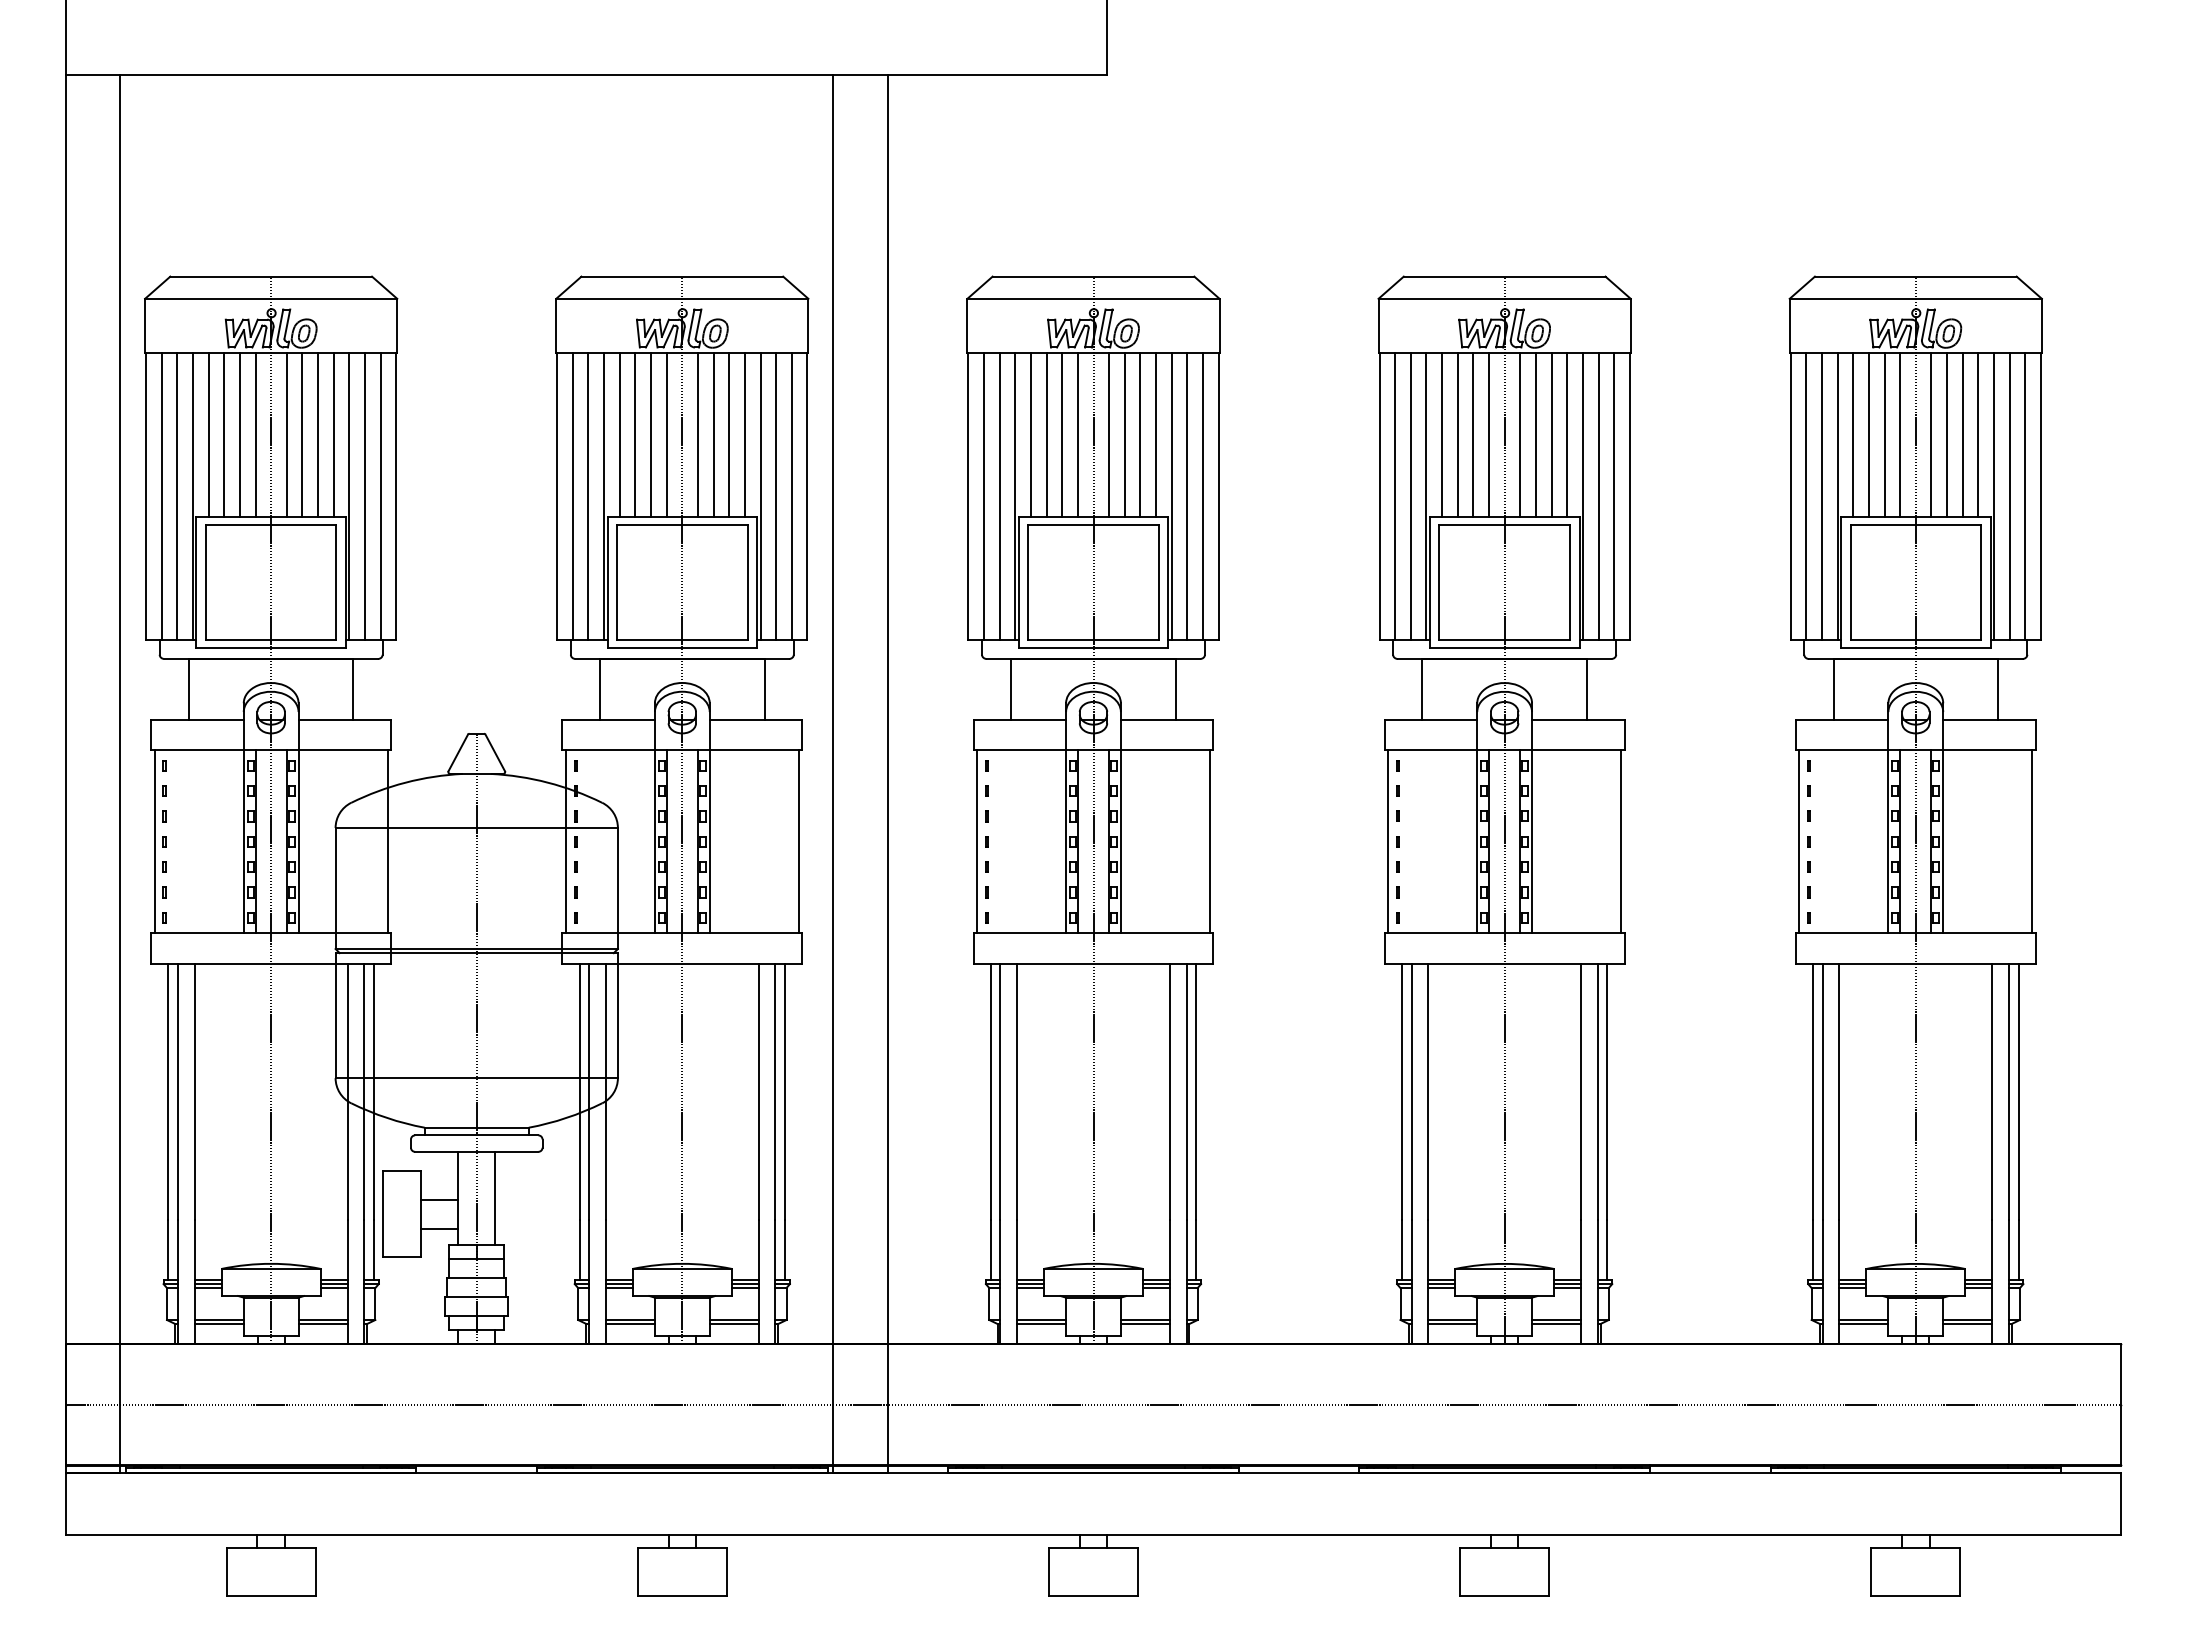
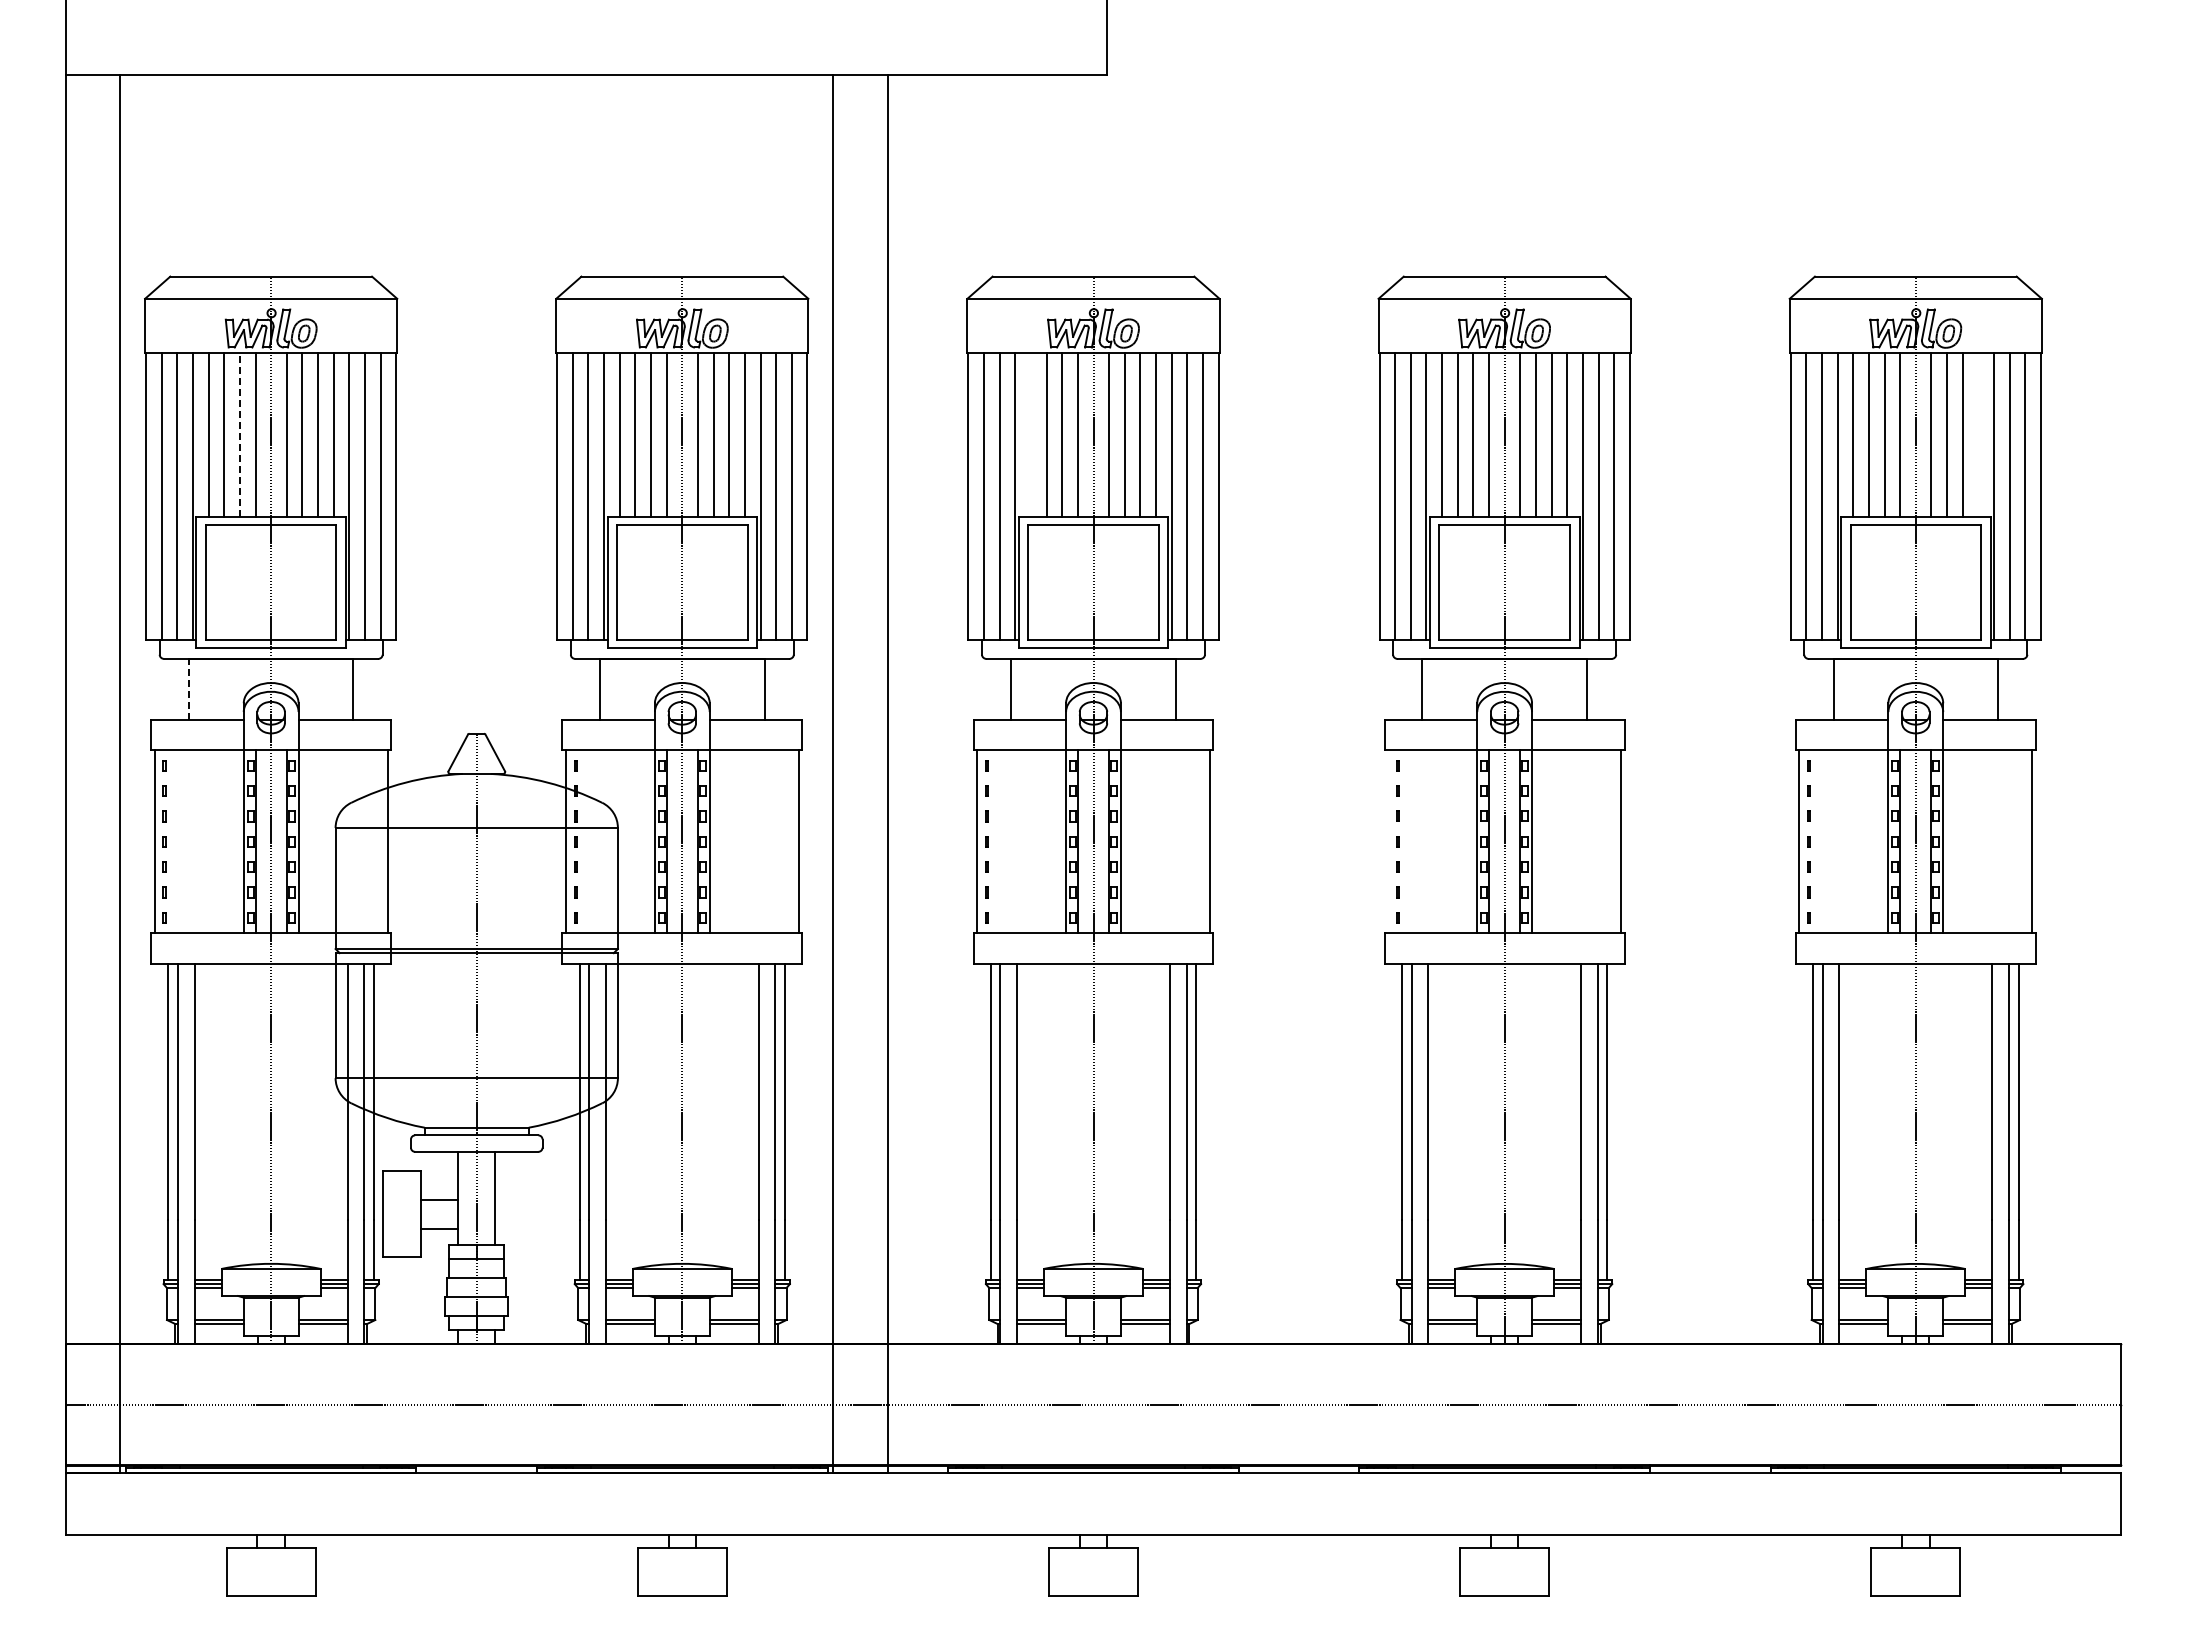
line at (239, 434): solid -> dashed
line at (1031, 434): present -> none
line at (1978, 434): present -> none
line at (188, 689): solid -> dashed
line at (1388, 841): present -> none
